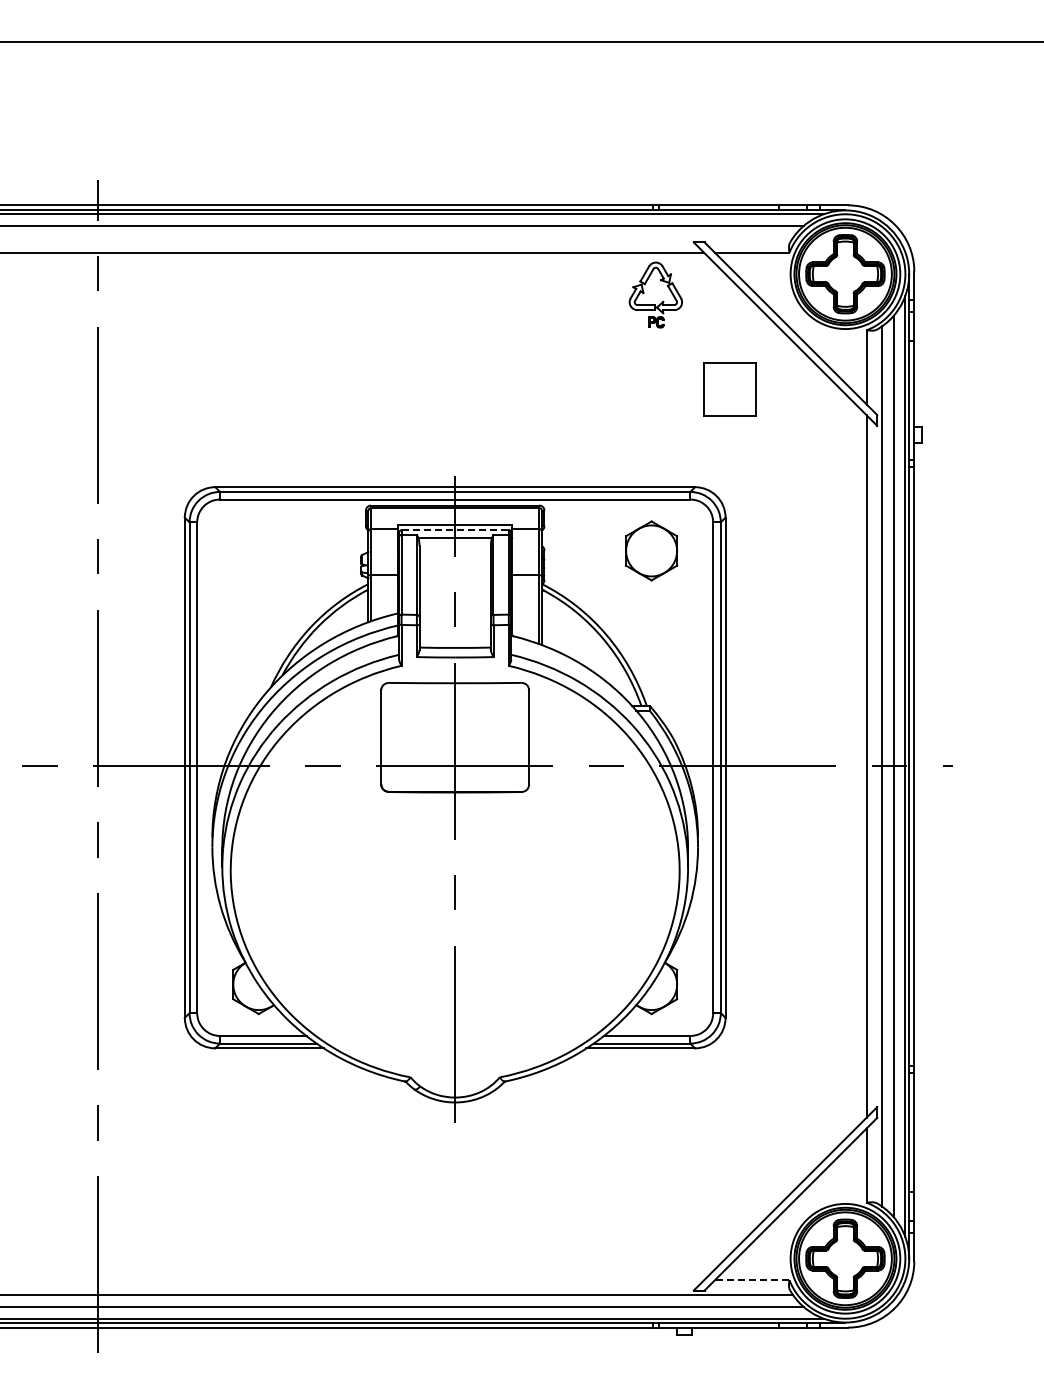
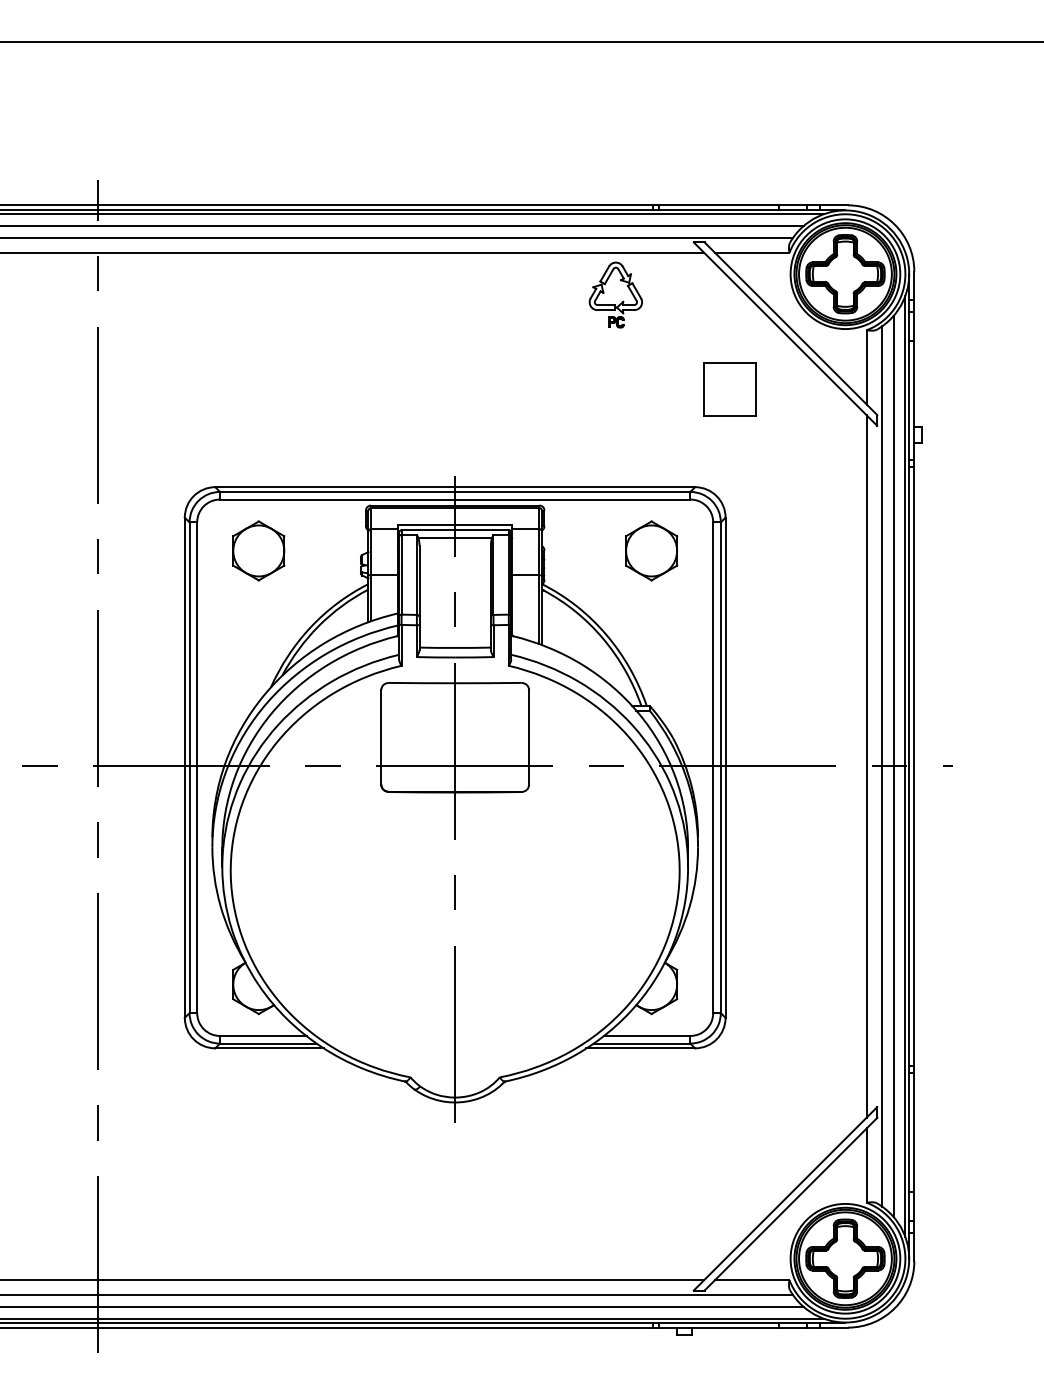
line at (397, 237): none -> present
part at (655, 294) position: (655, 294) -> (615, 294)
line at (455, 530): dashed -> solid
part at (258, 550): none -> present
line at (353, 1280): none -> present
line at (751, 1280): dashed -> solid
